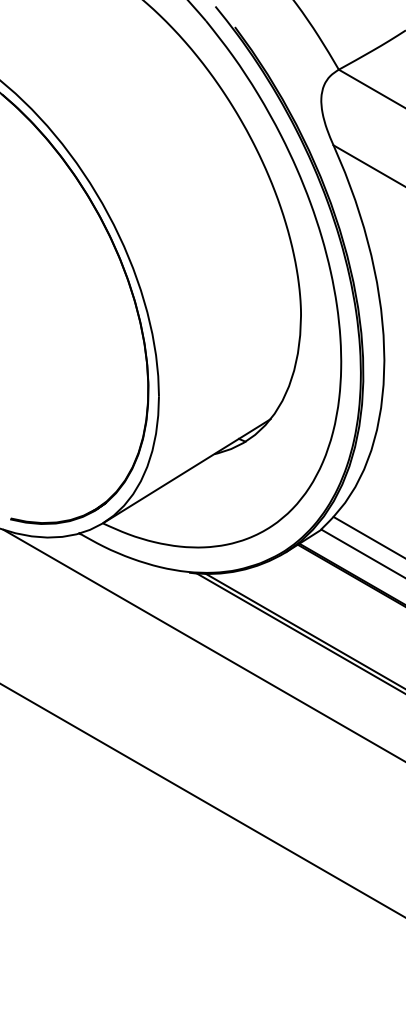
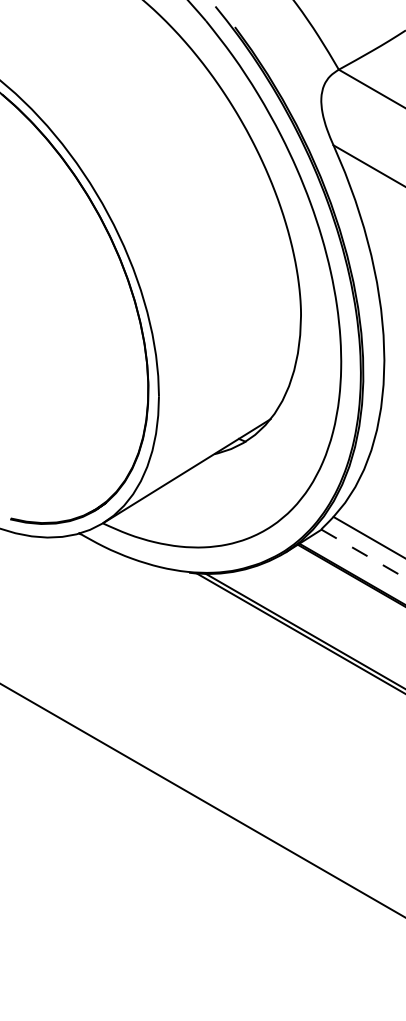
line at (363, 554): solid -> dashed
line at (202, 644): present -> none
